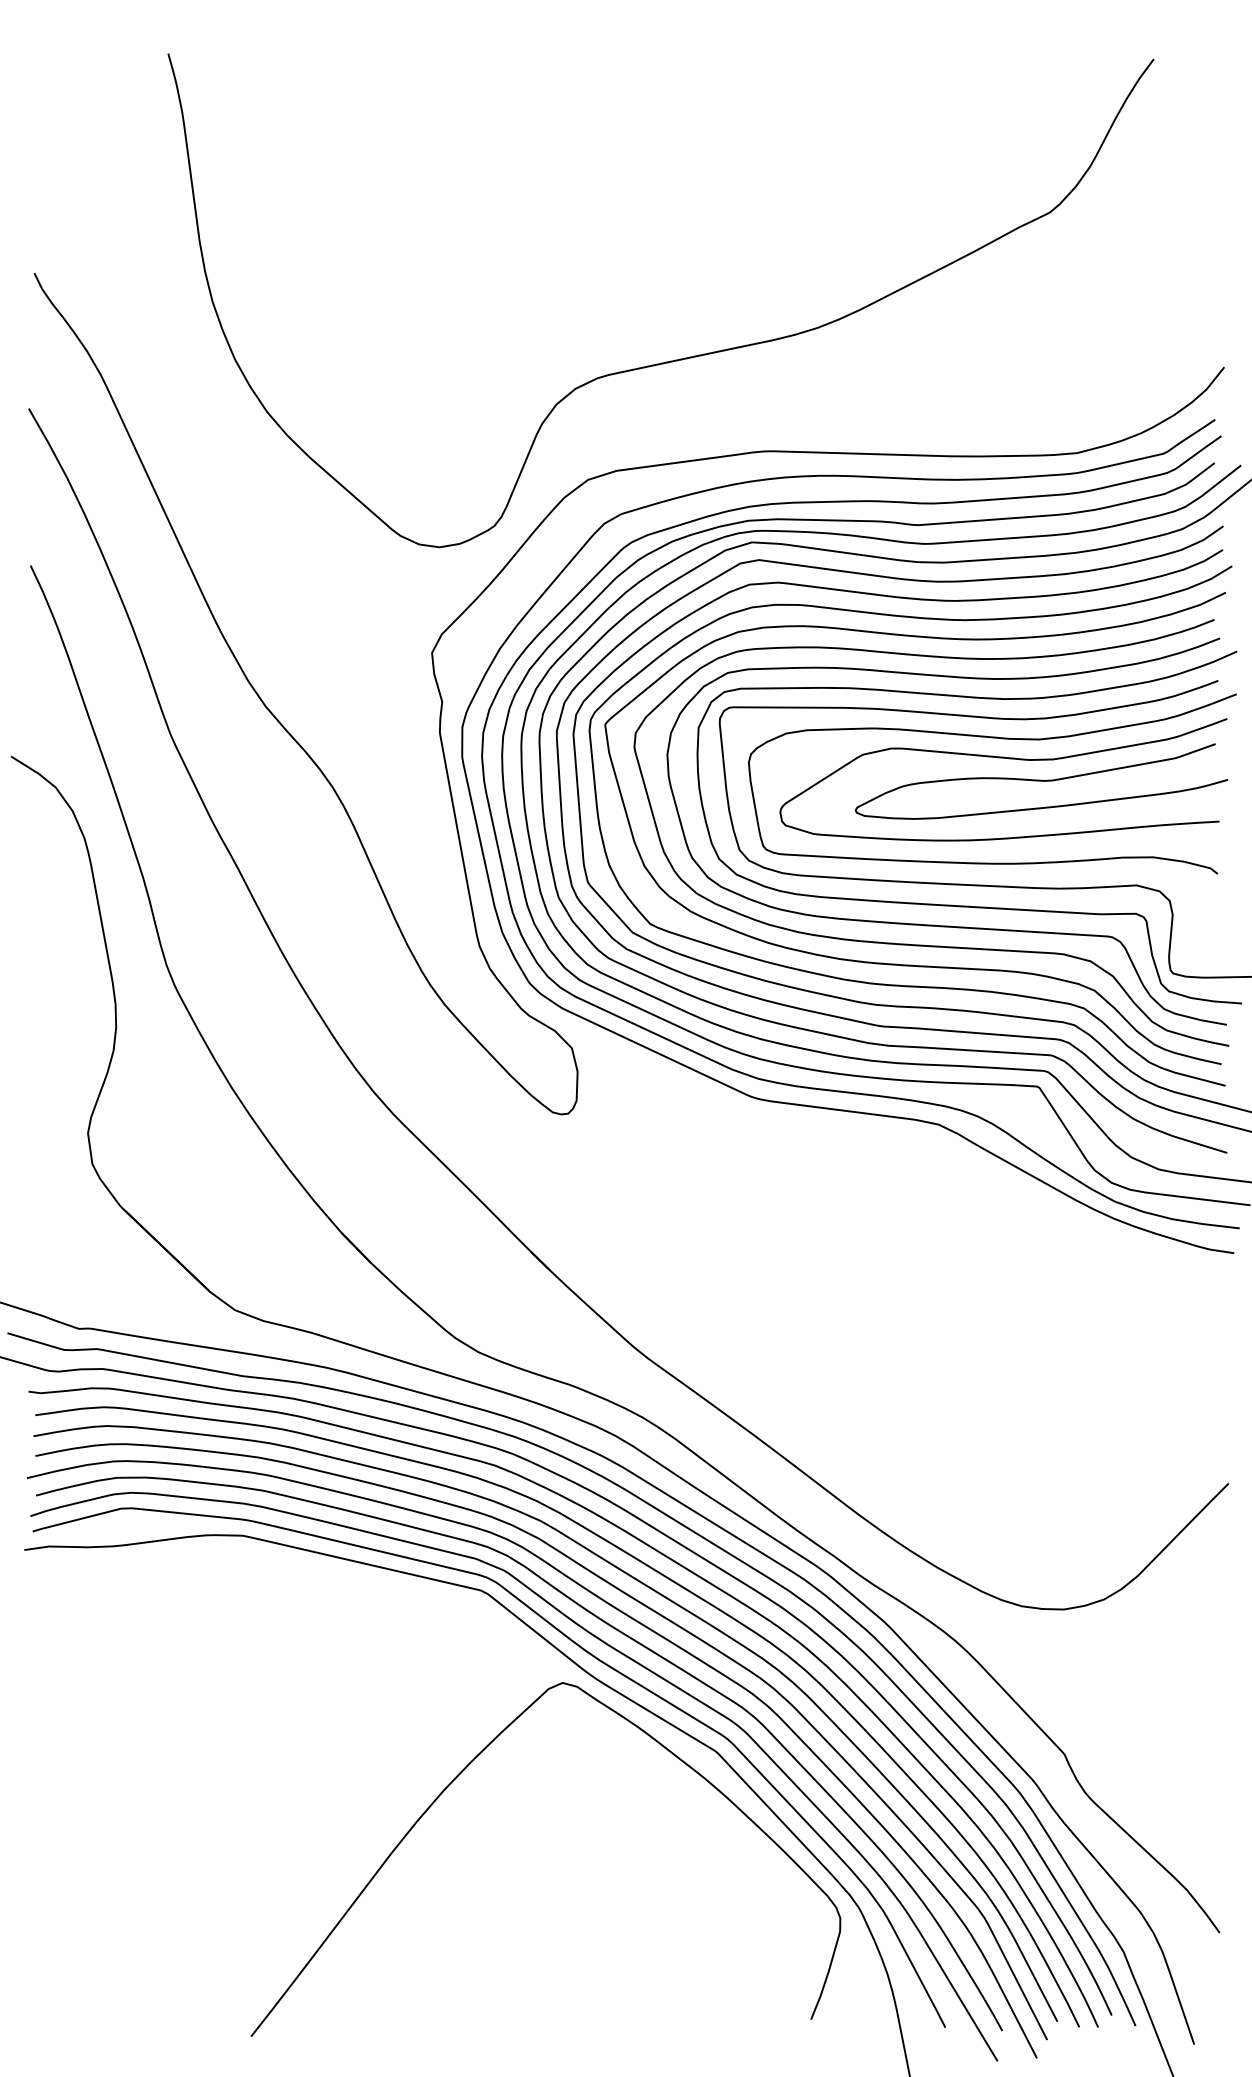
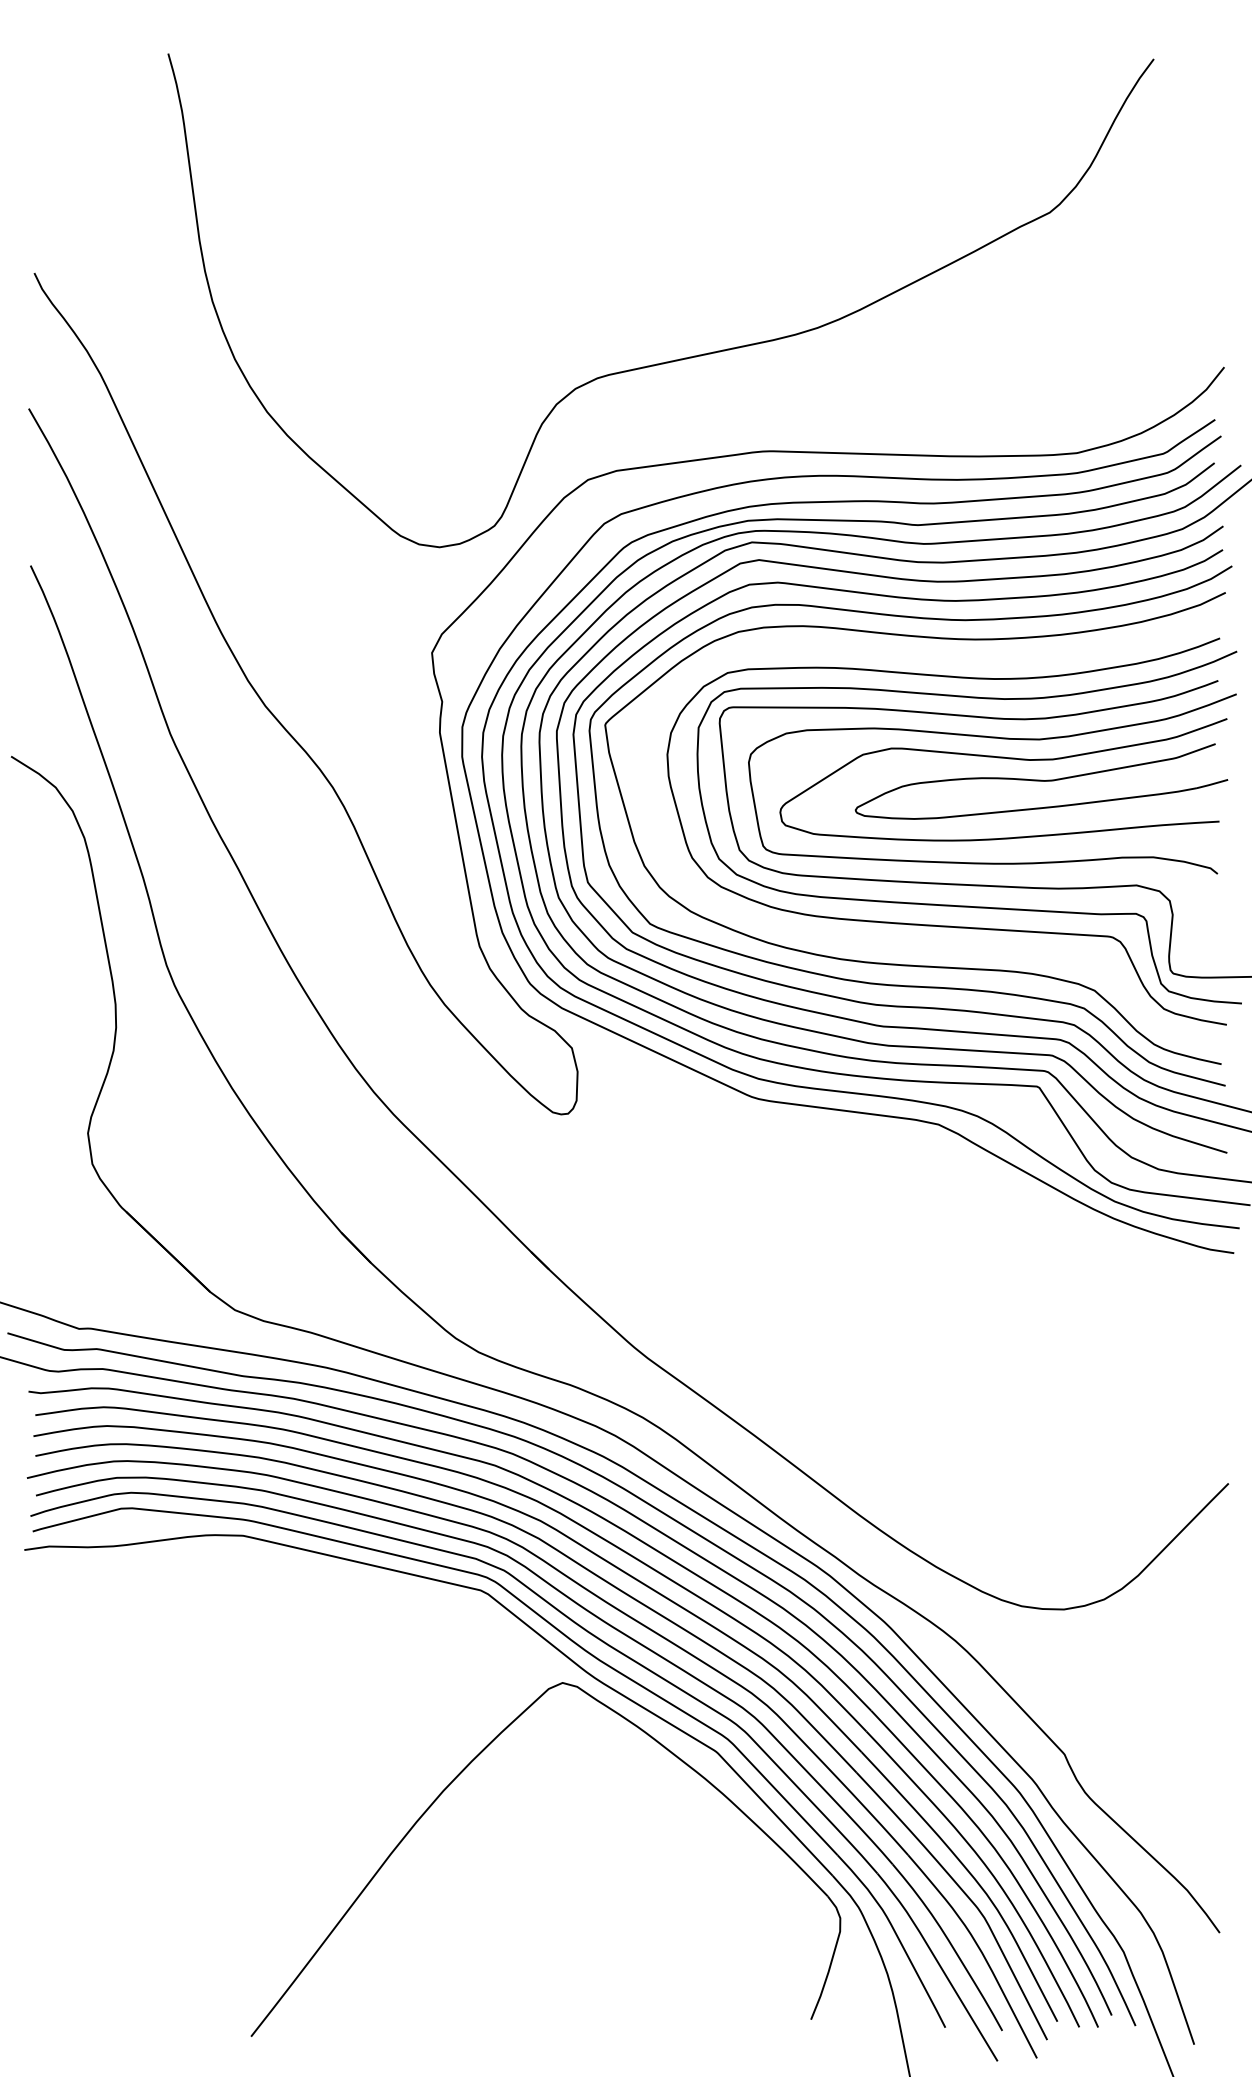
curve at (923, 944): present -> none
